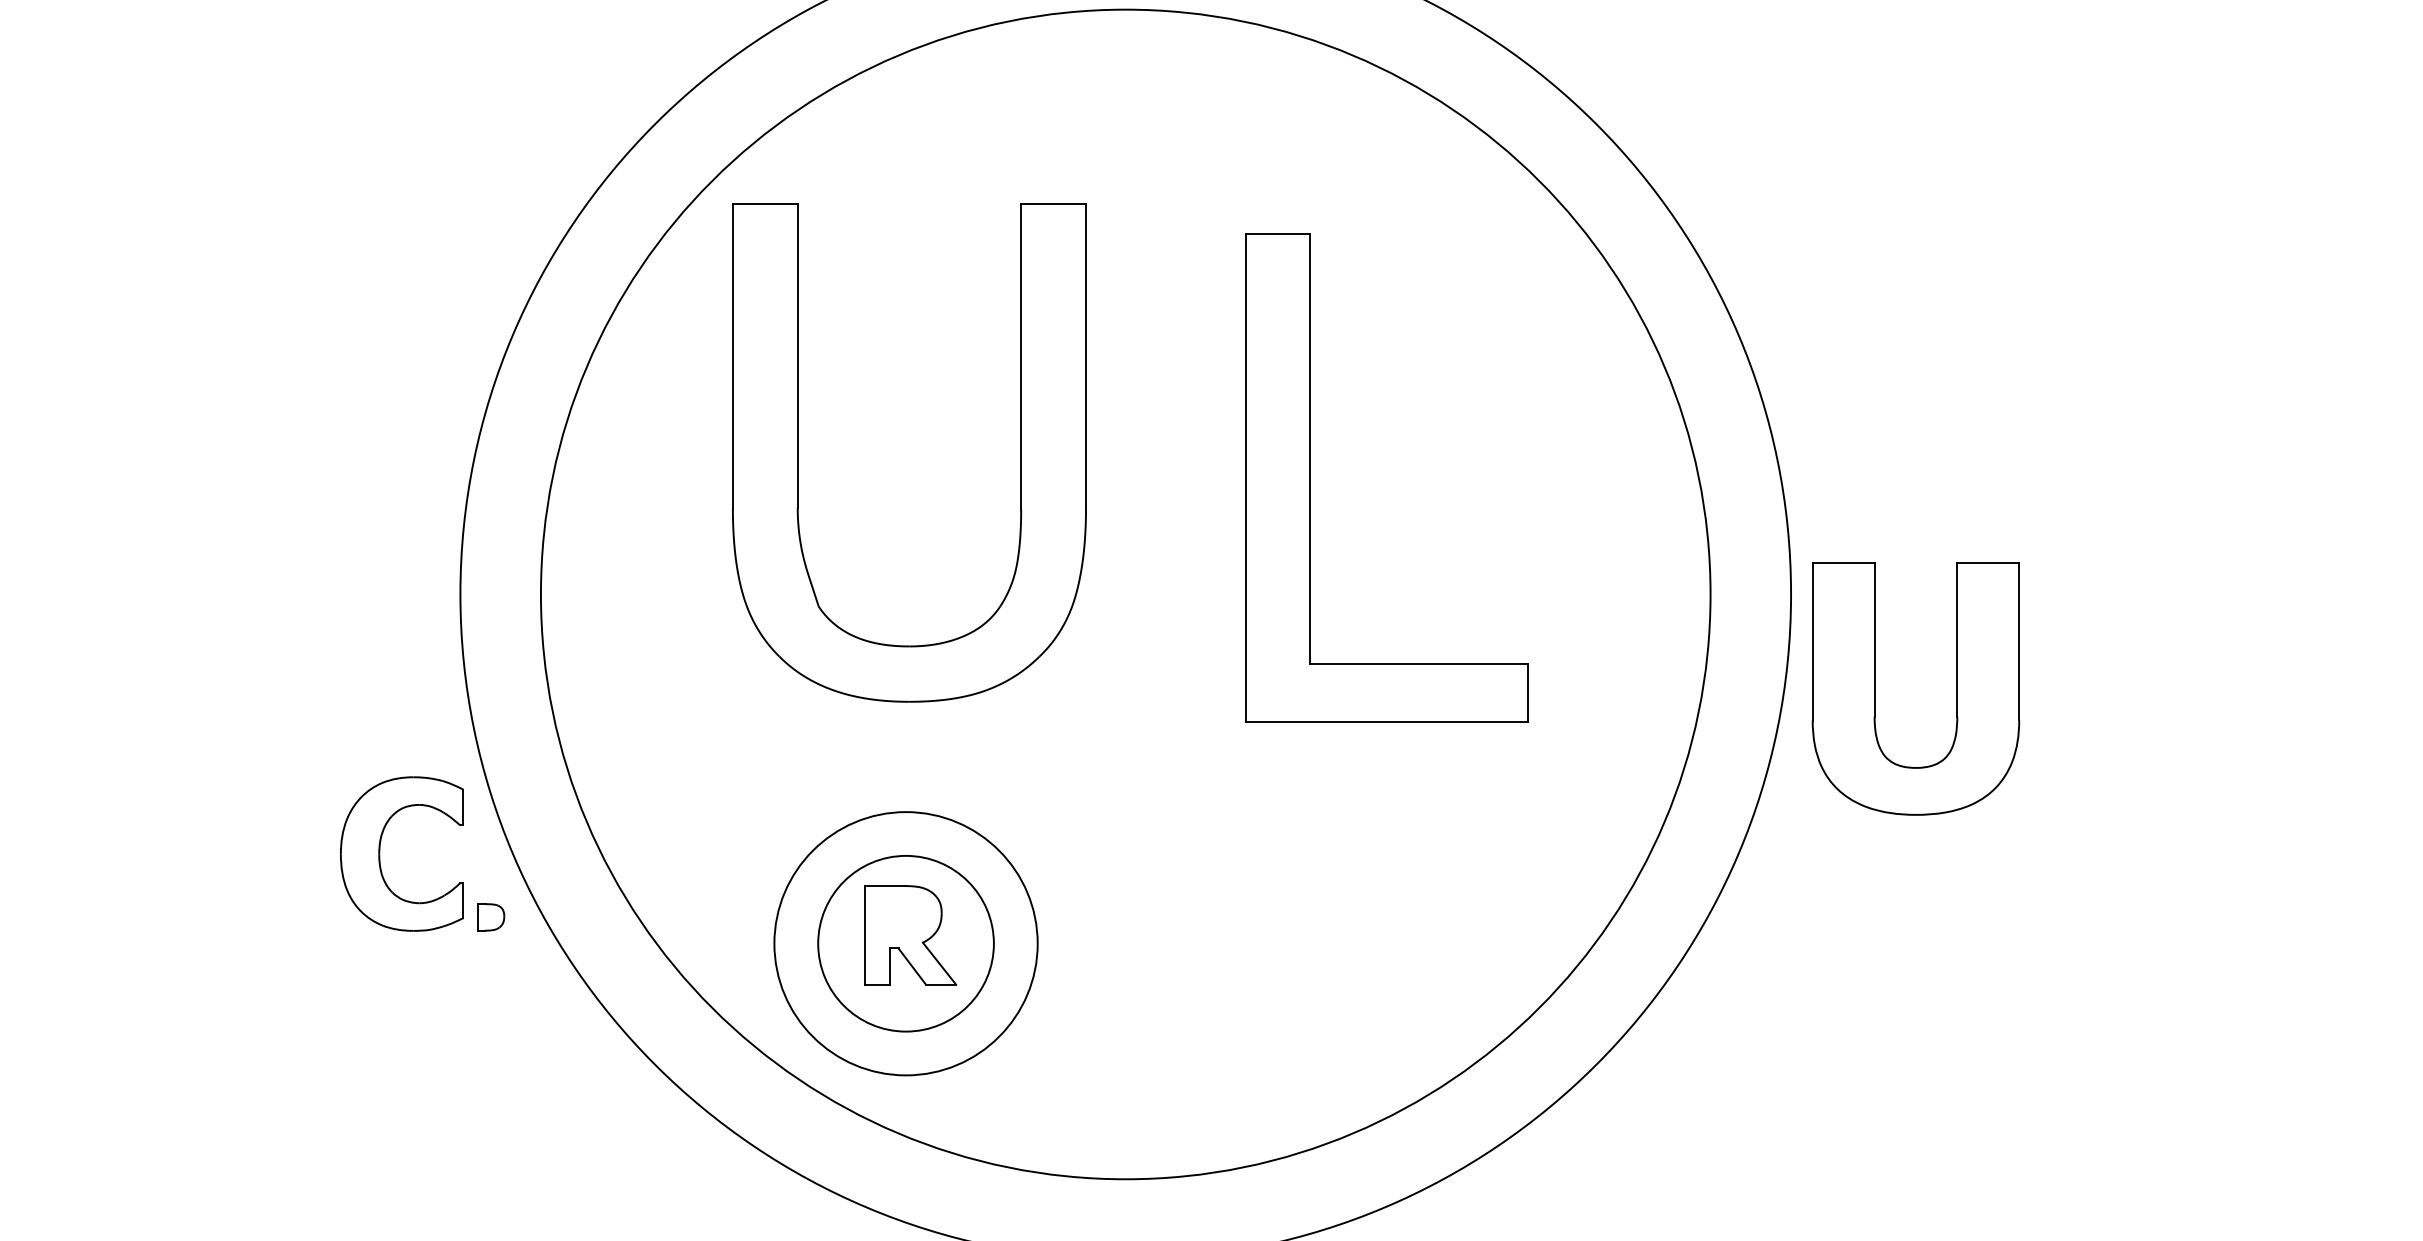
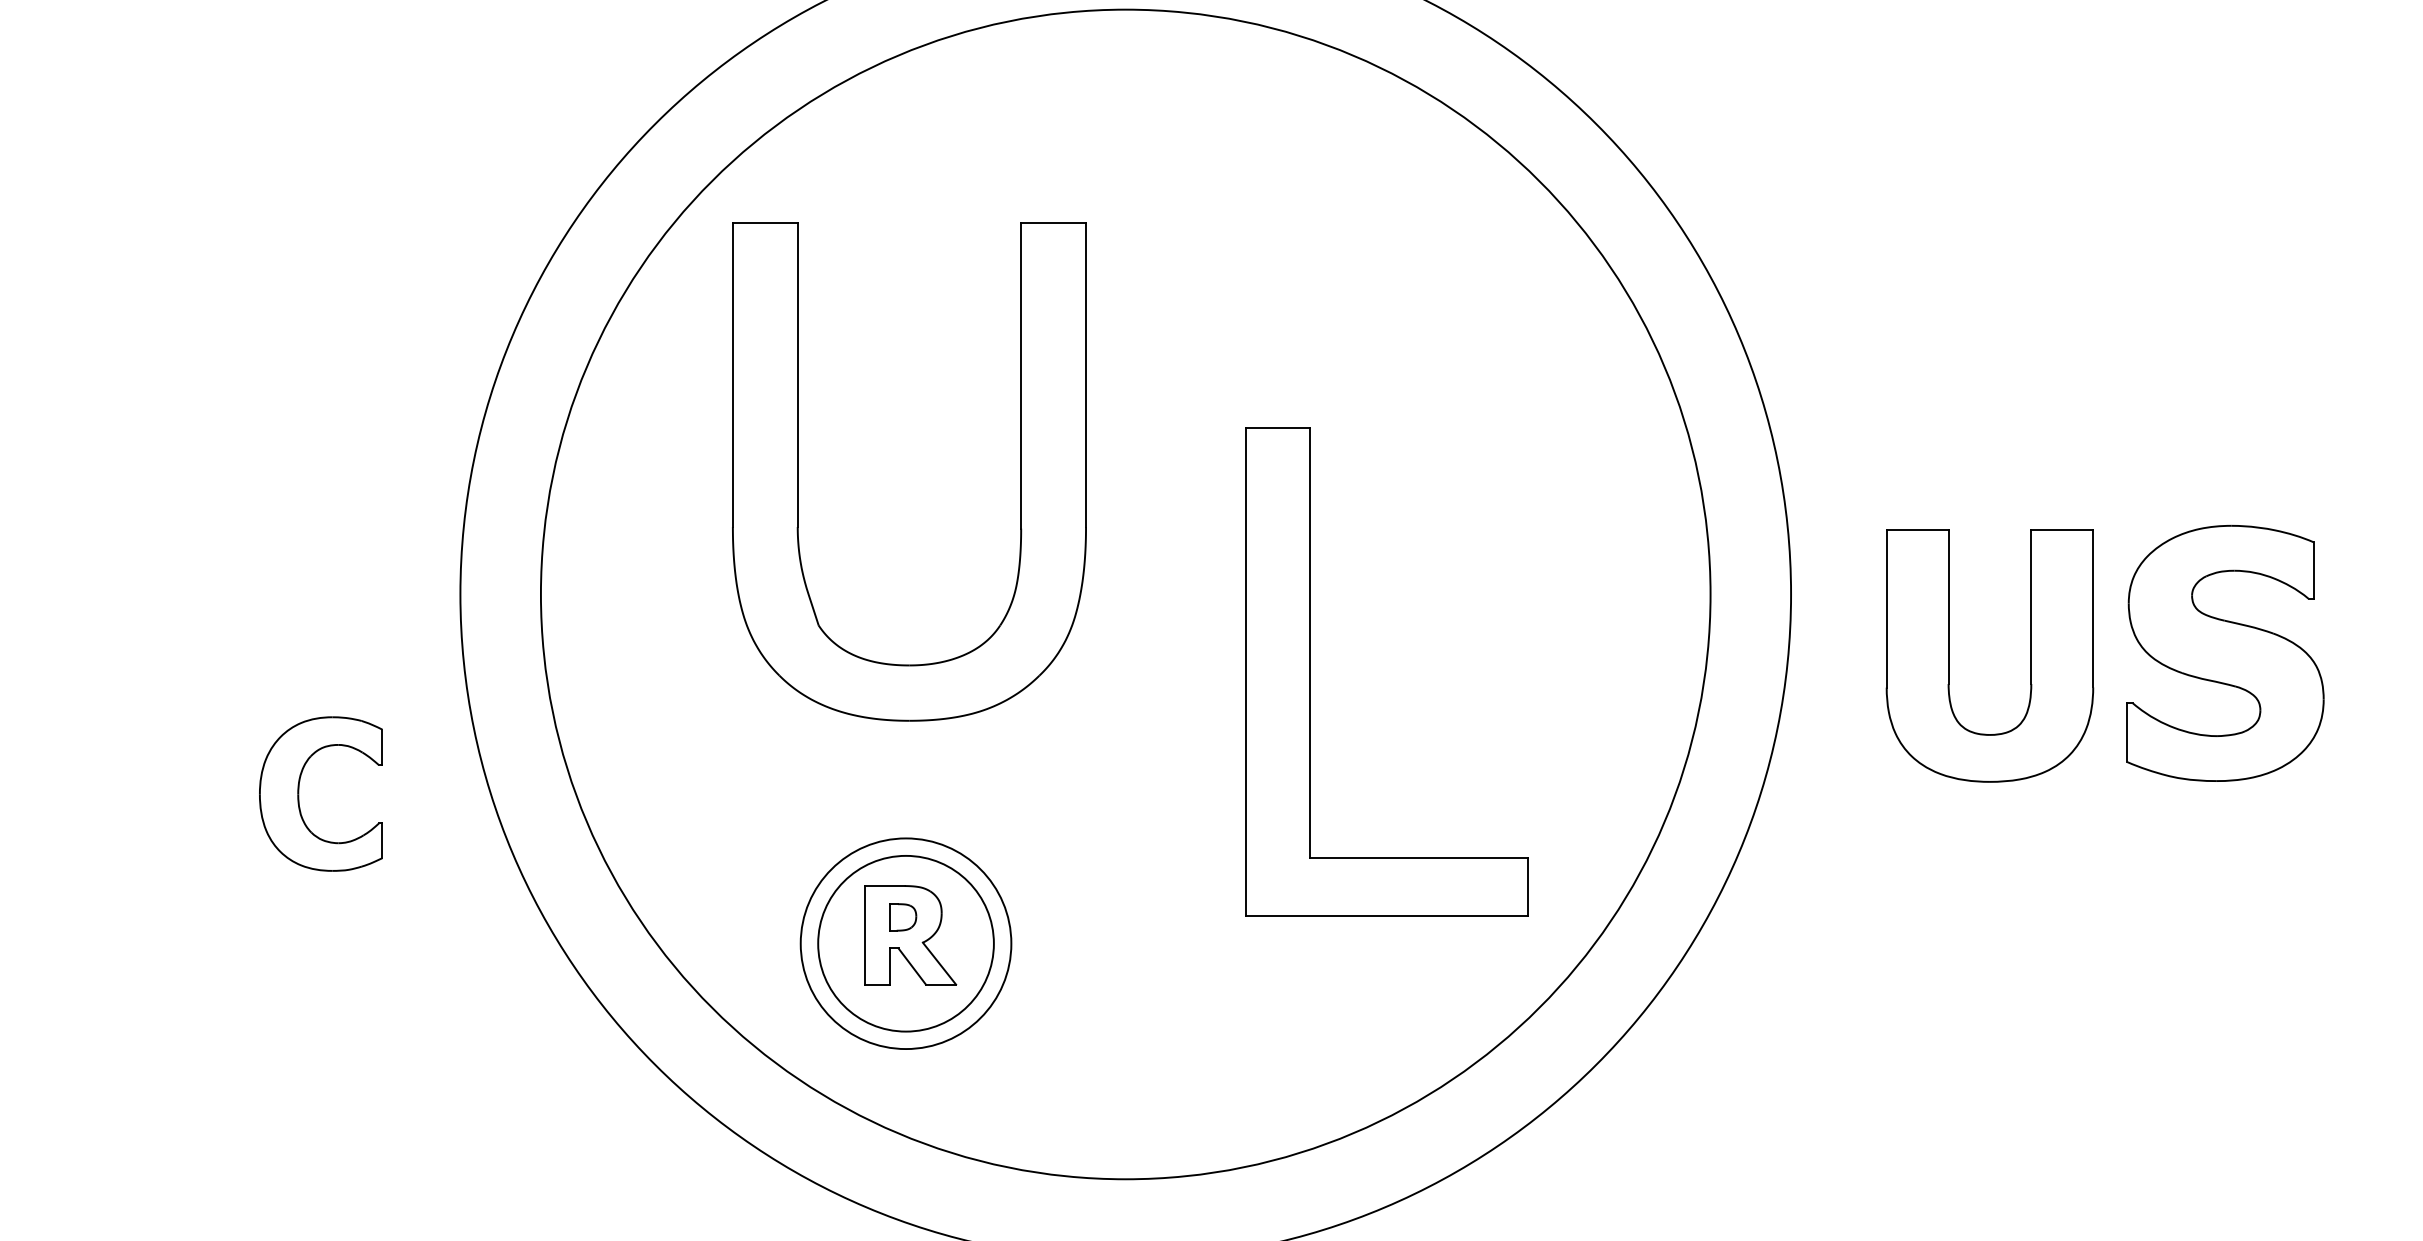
part at (798, 452) position: (798, 452) -> (798, 471)
part at (1310, 477) position: (1310, 477) -> (1310, 671)
part at (2225, 652): none -> present
part at (1875, 688) position: (1875, 688) -> (1949, 655)
part at (380, 853) position: (380, 853) -> (299, 793)
part at (491, 917) position: (491, 917) -> (903, 917)
circle at (905, 943) diameter: 263 px -> 211 px
